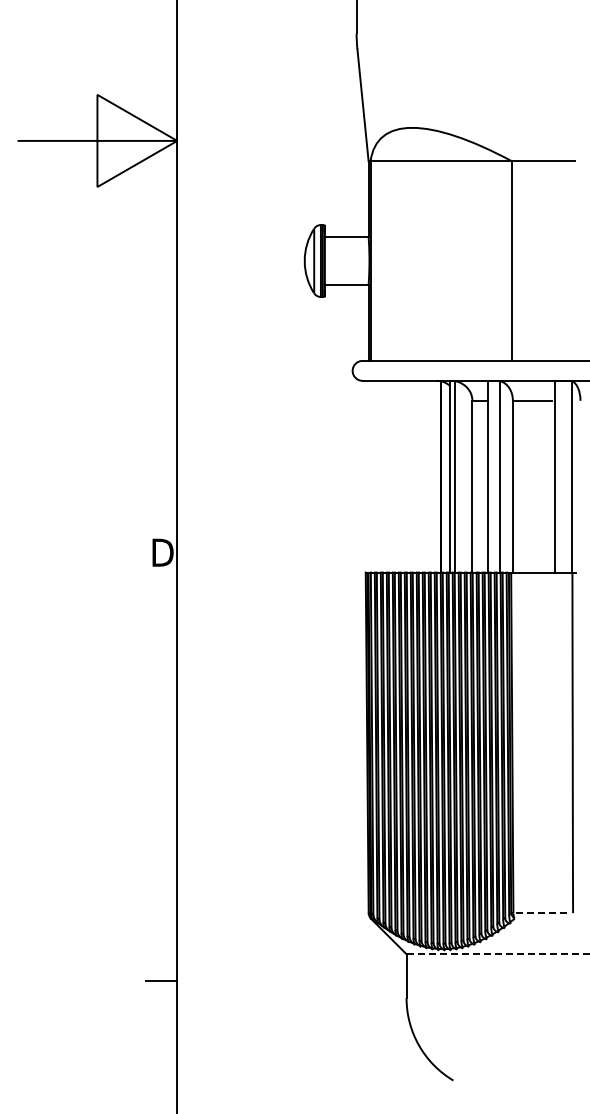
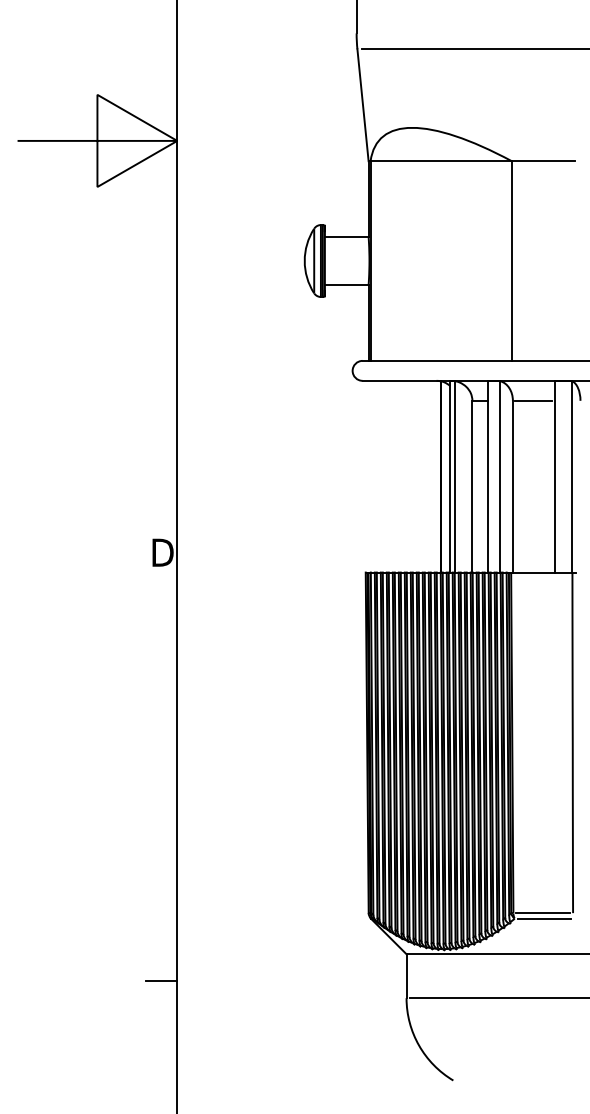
line at (473, 49): none -> present
line at (543, 913): dashed -> solid
line at (543, 918): none -> present
line at (498, 954): dashed -> solid
line at (498, 998): none -> present
